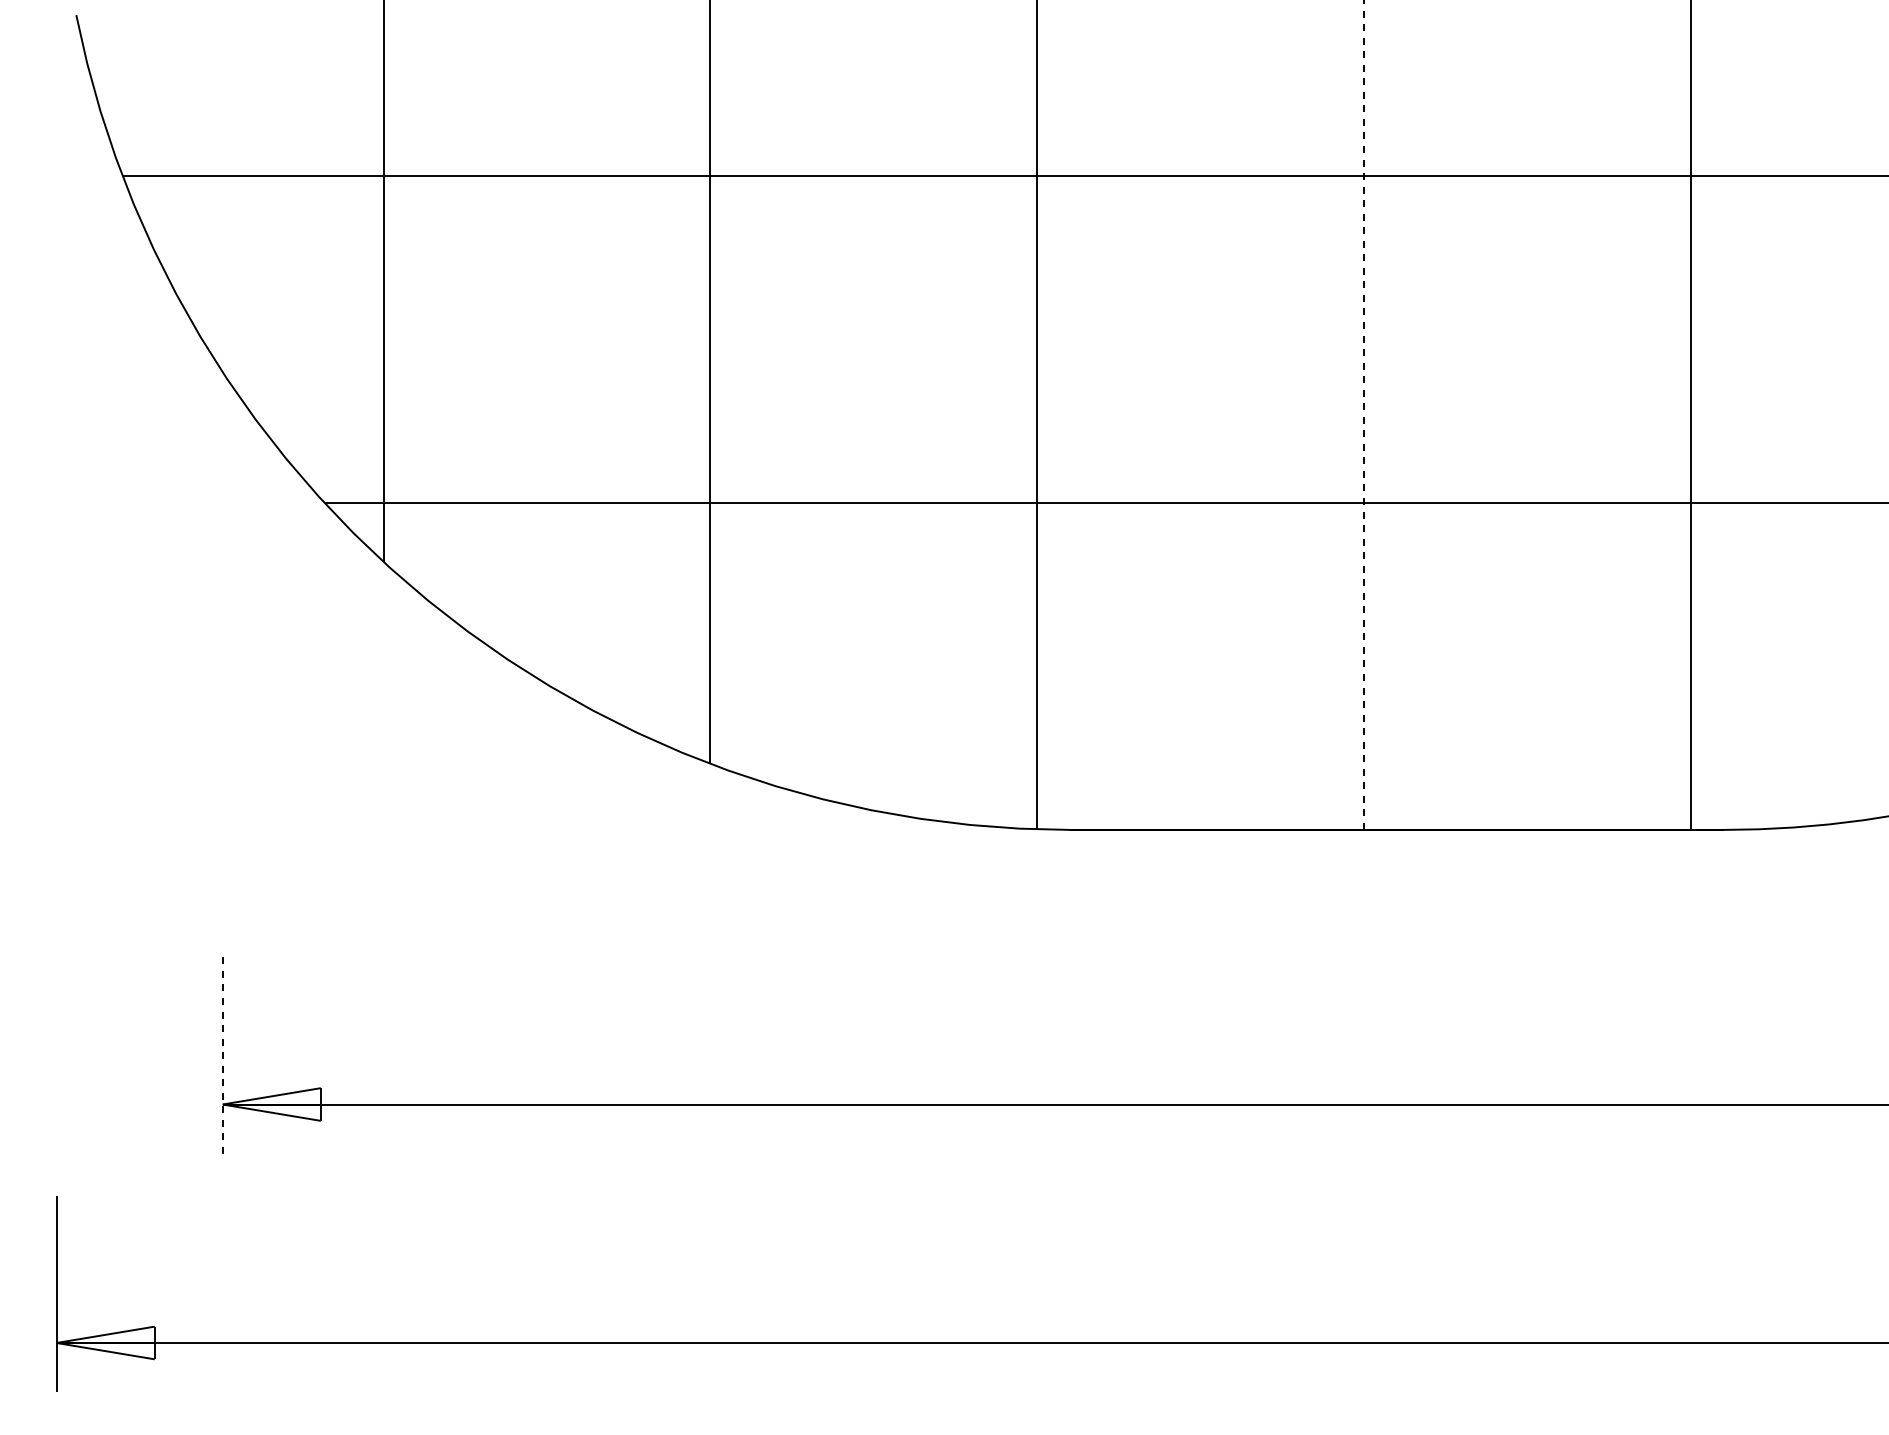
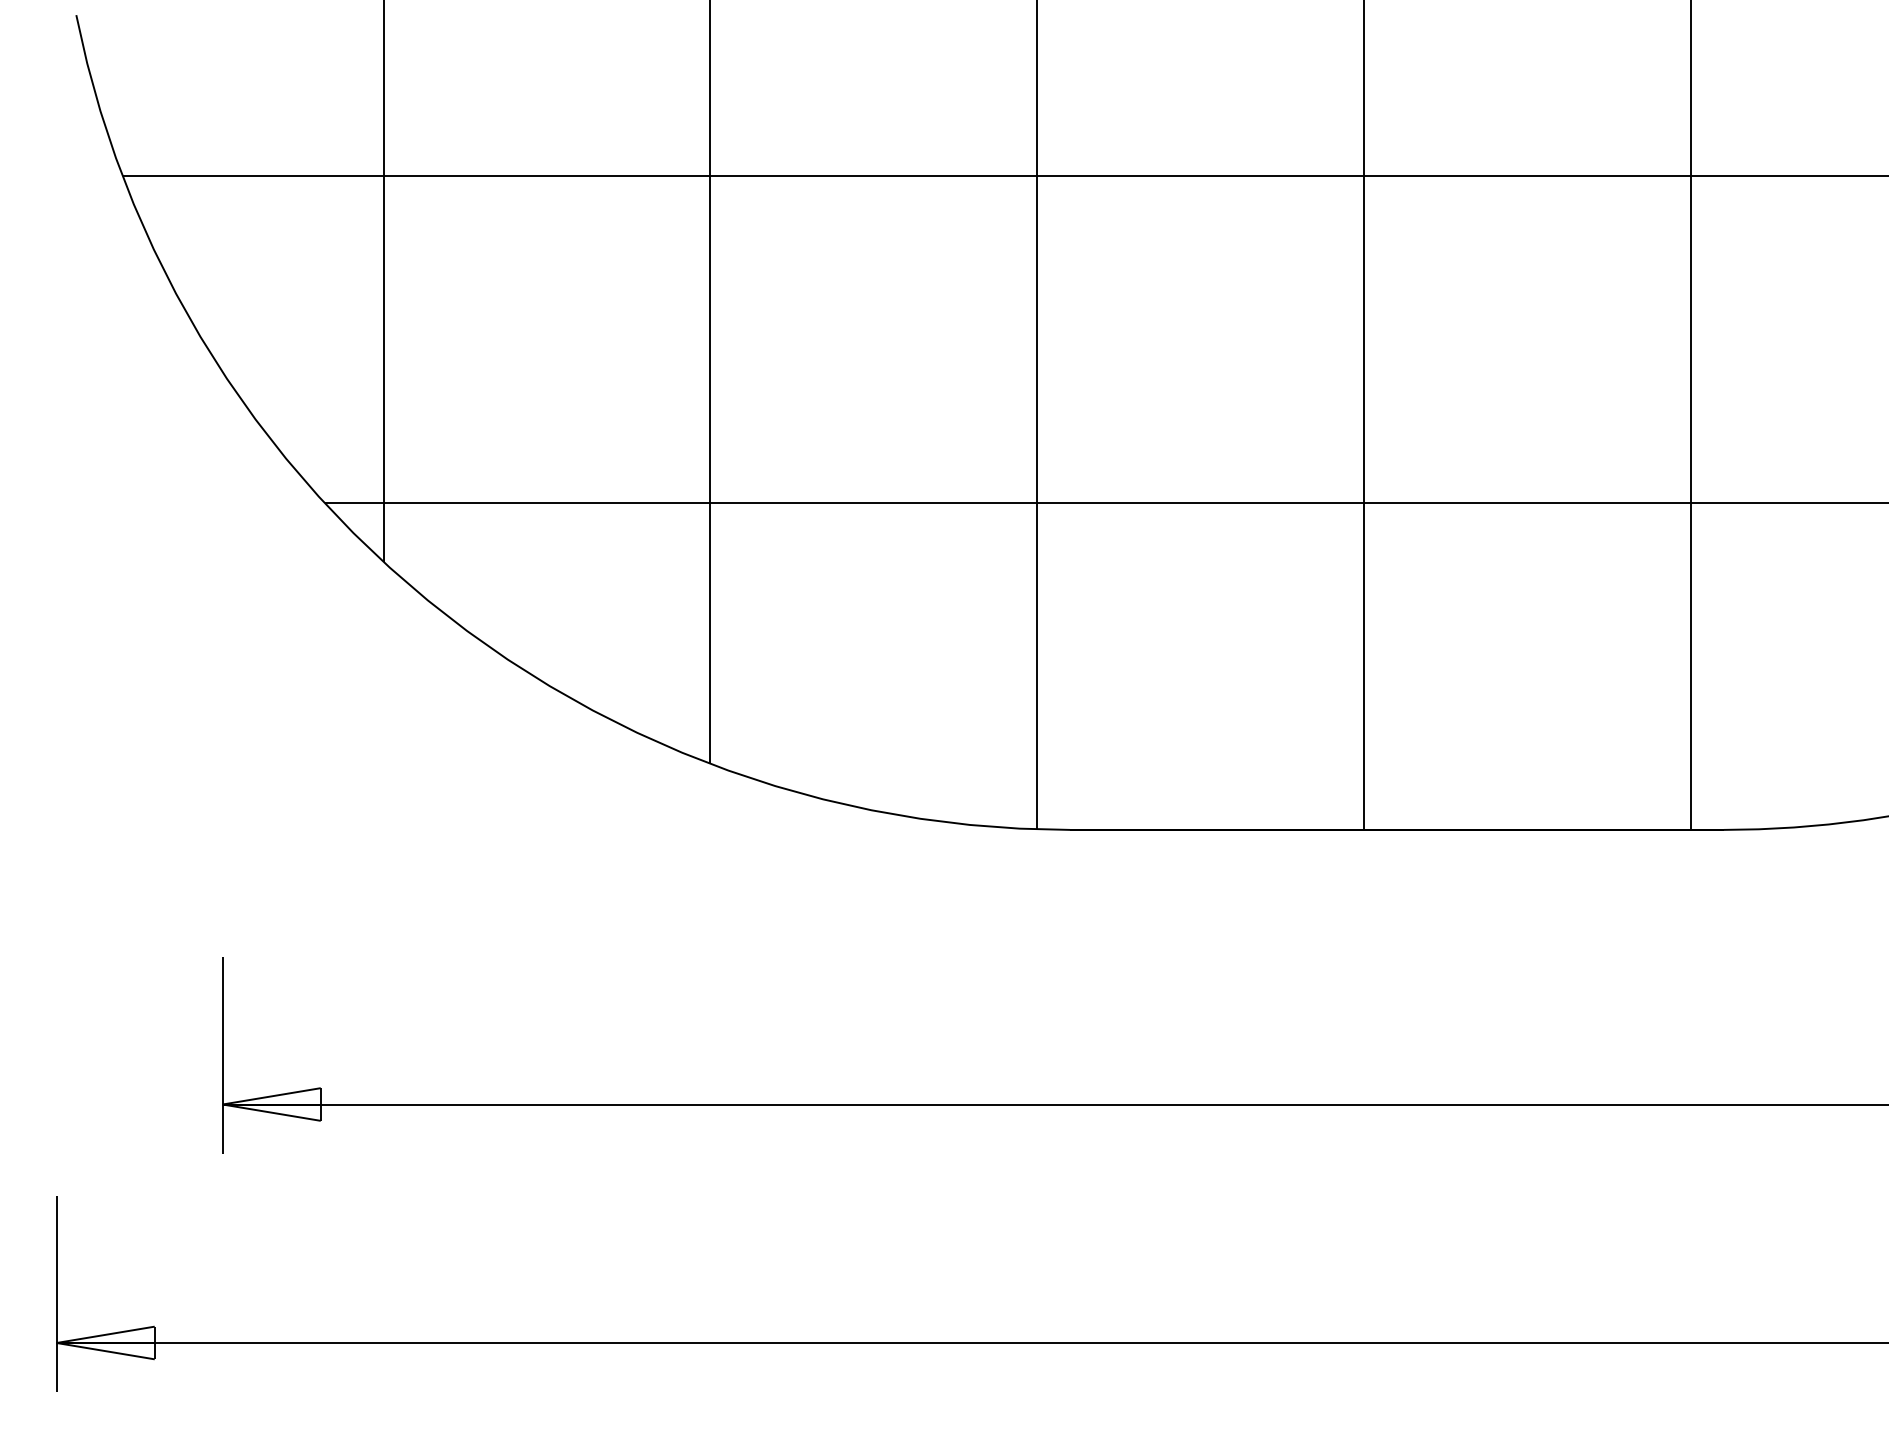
line at (1364, 414): dashed -> solid
line at (222, 1055): dashed -> solid
